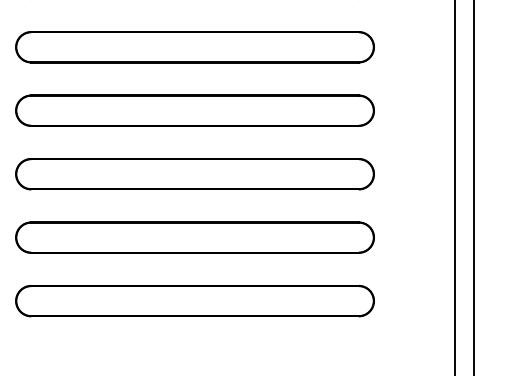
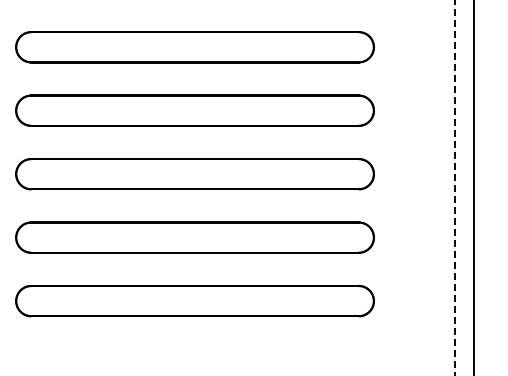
line at (455, 188): solid -> dashed
